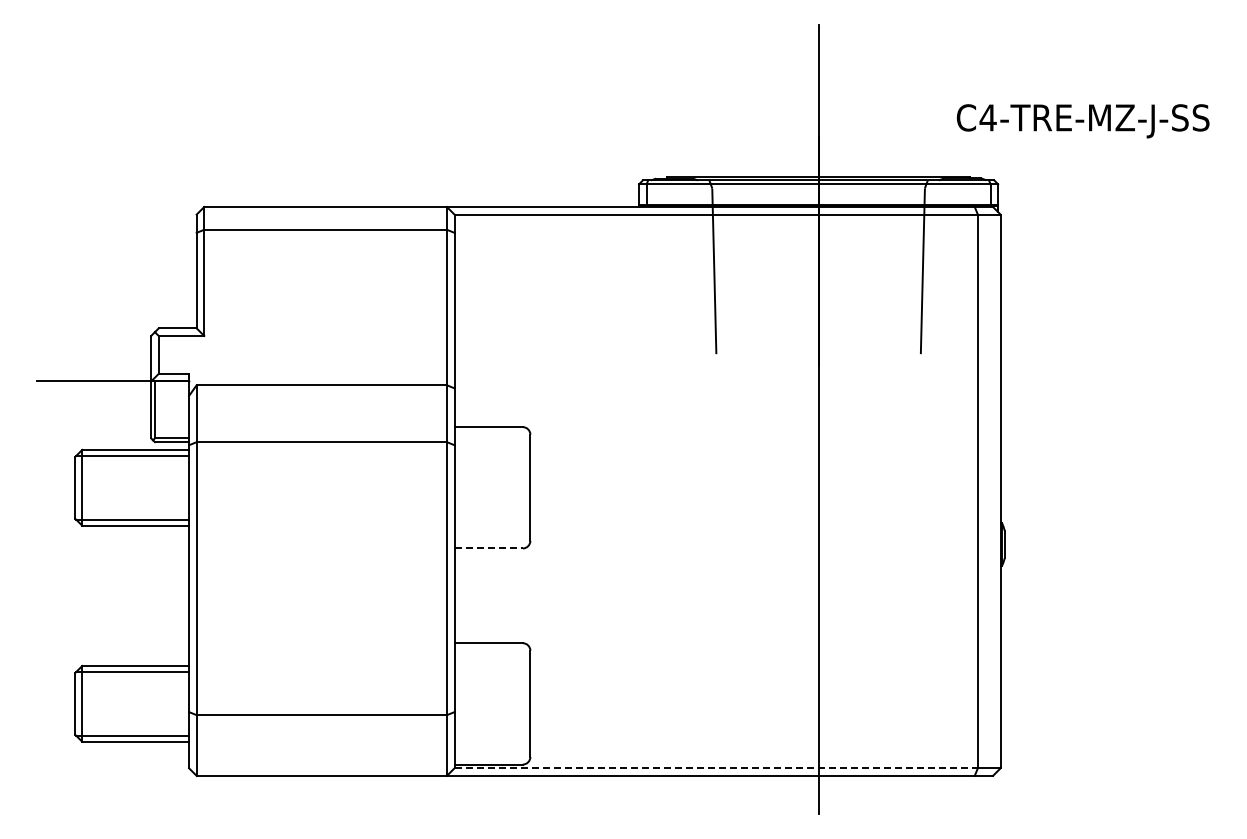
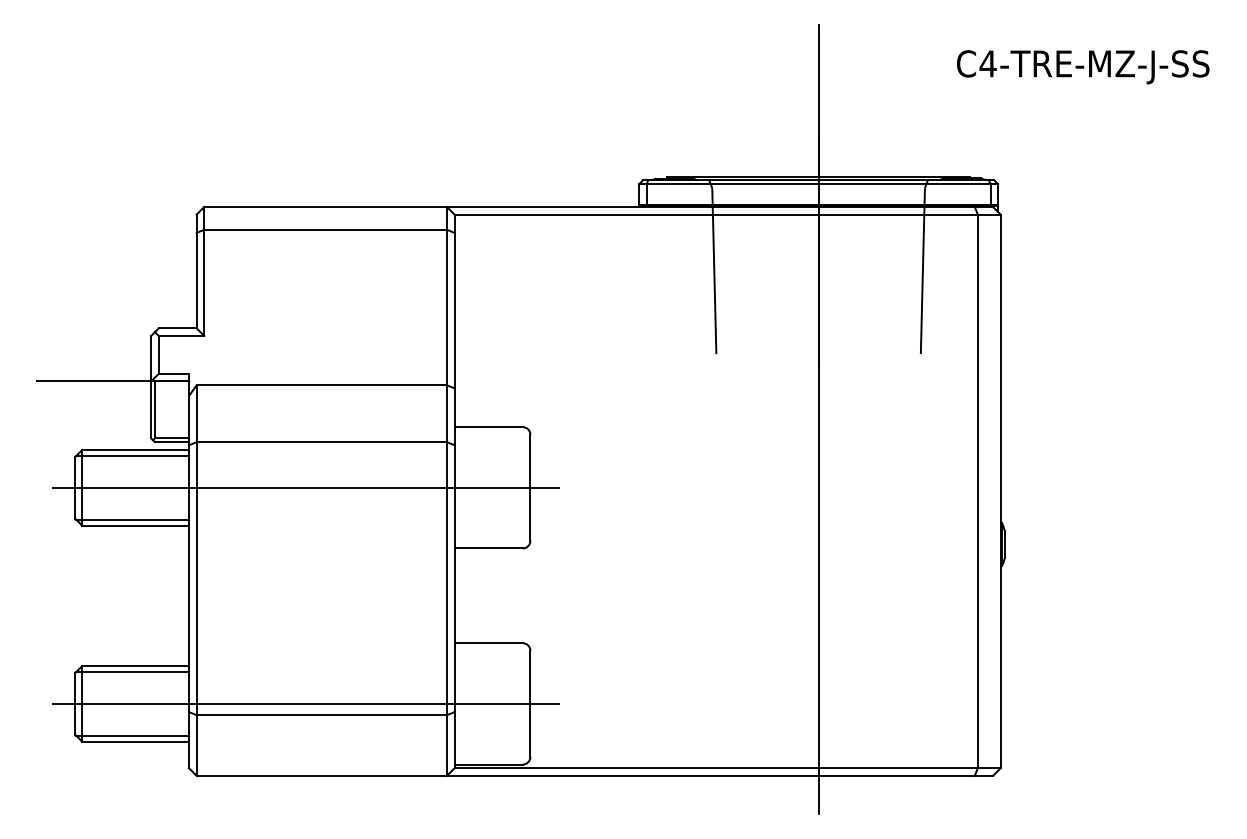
text at (1082, 121) position: (1082, 121) -> (1082, 67)
line at (305, 487): none -> present
line at (489, 548): dashed -> solid
line at (305, 703): none -> present
line at (716, 768): dashed -> solid
